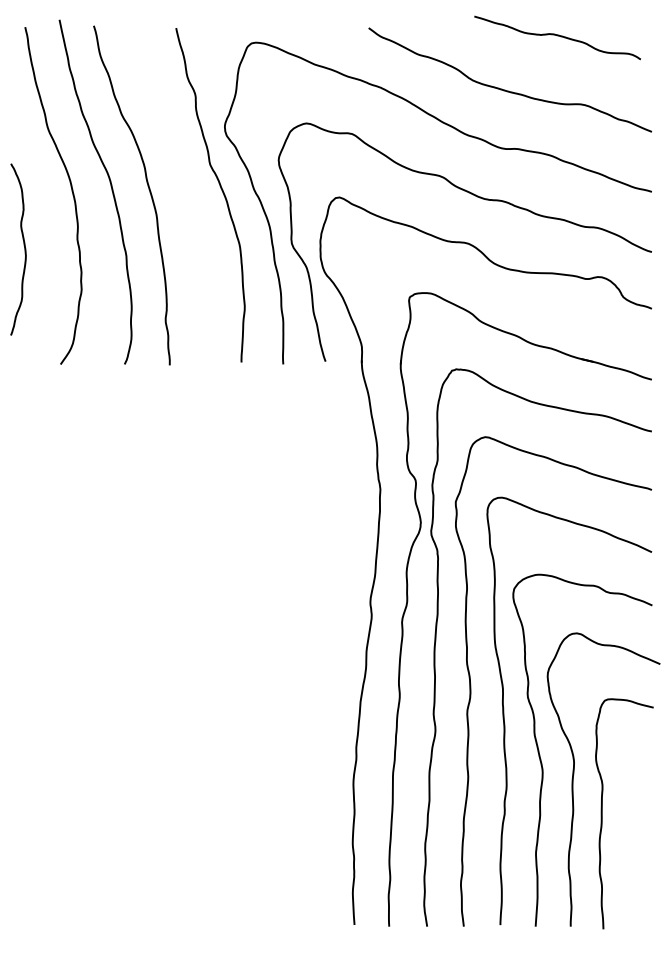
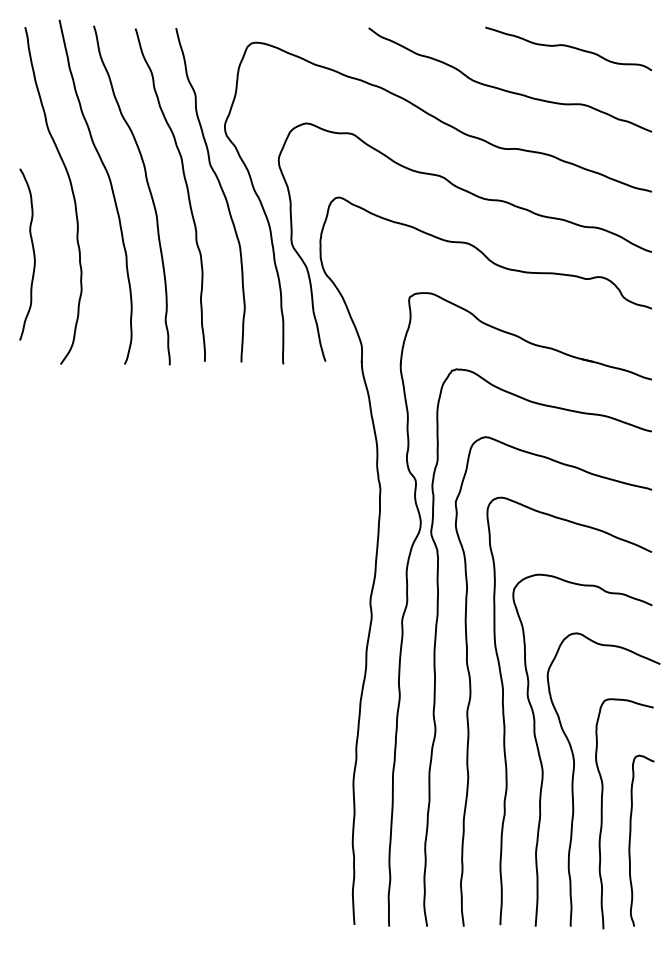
curve at (557, 36) position: (557, 36) -> (568, 47)
curve at (186, 189): none -> present
curve at (24, 249) position: (24, 249) -> (33, 254)
curve at (630, 840): none -> present
